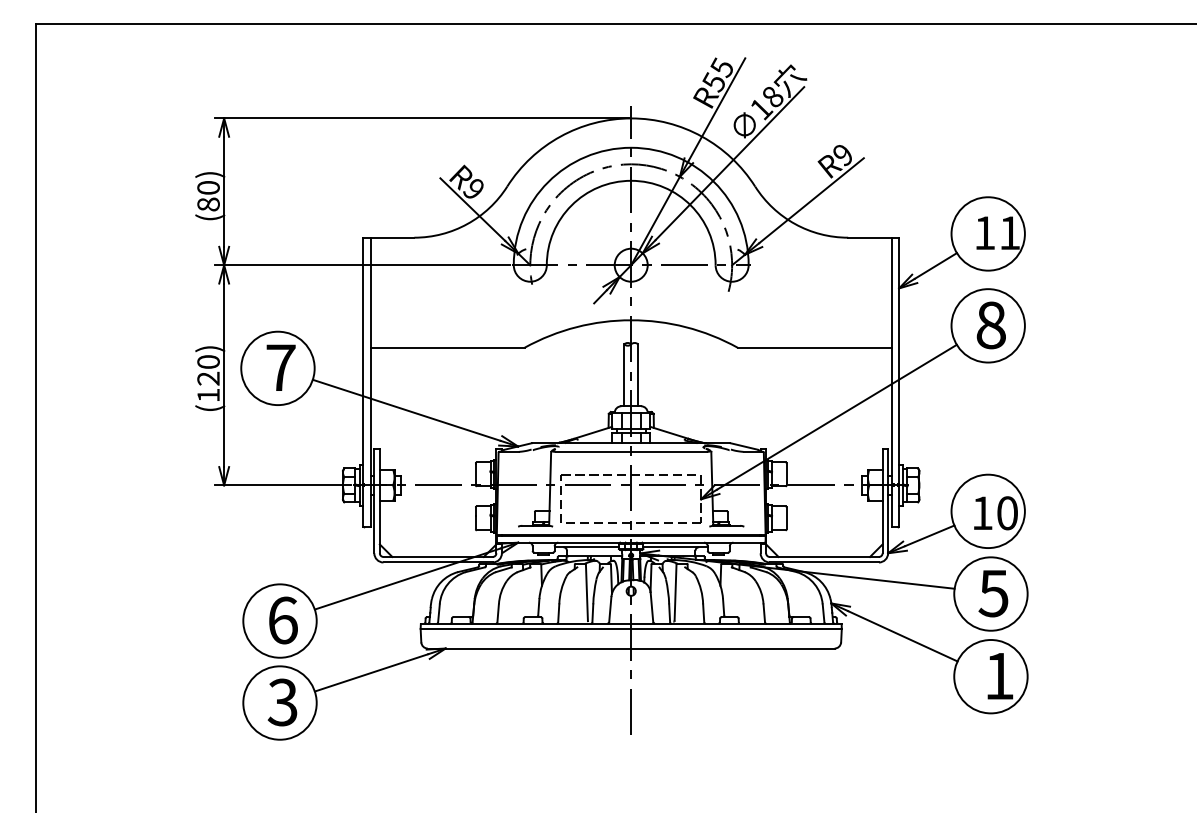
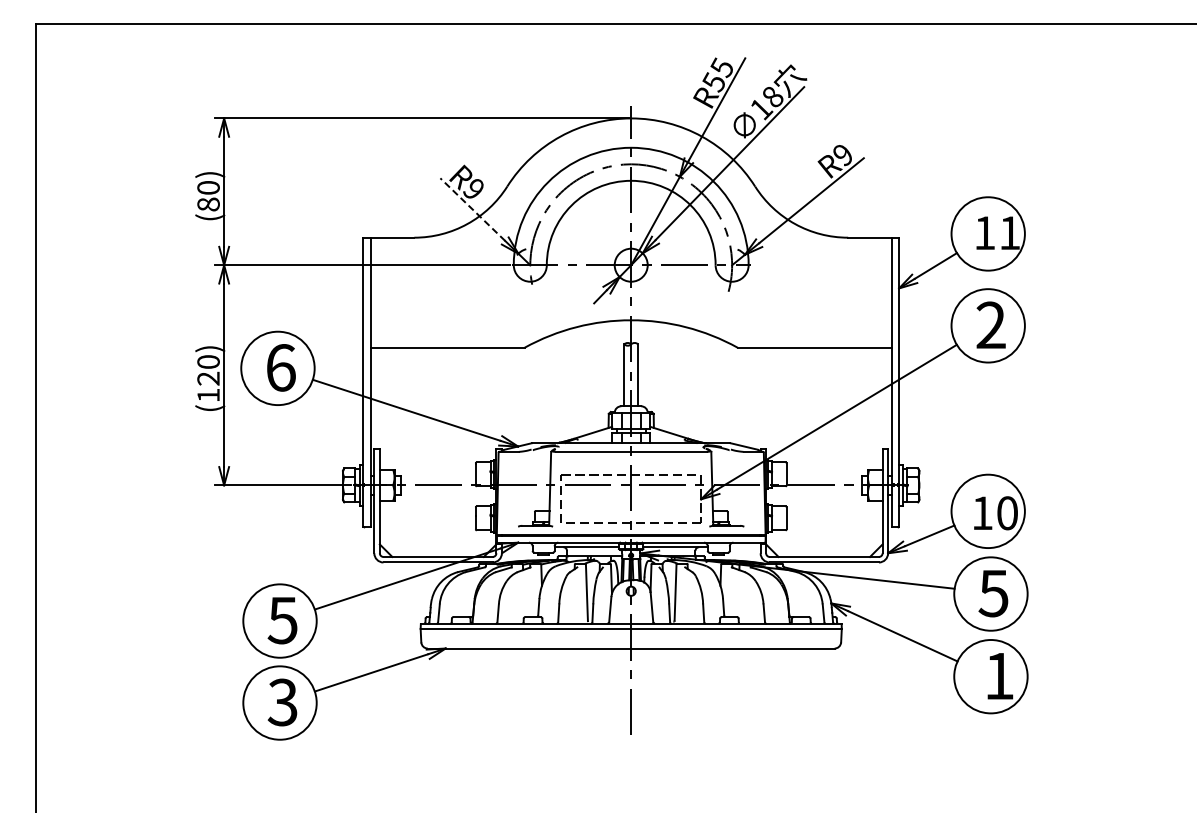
line at (472, 209): solid -> dashed
text at (990, 325): 8 -> 2
text at (280, 367): 7 -> 6
text at (282, 620): 6 -> 5
